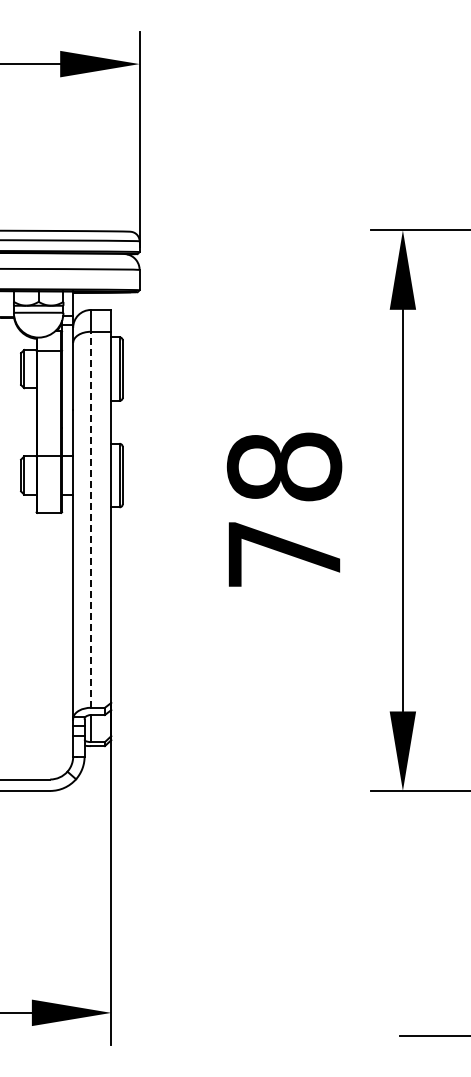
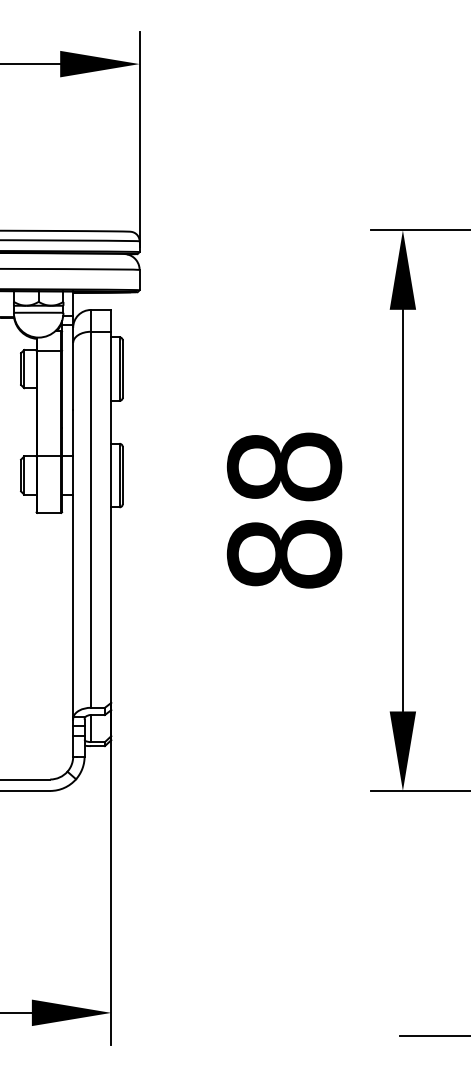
line at (90, 519): dashed -> solid
text at (284, 554): 78 -> 88
